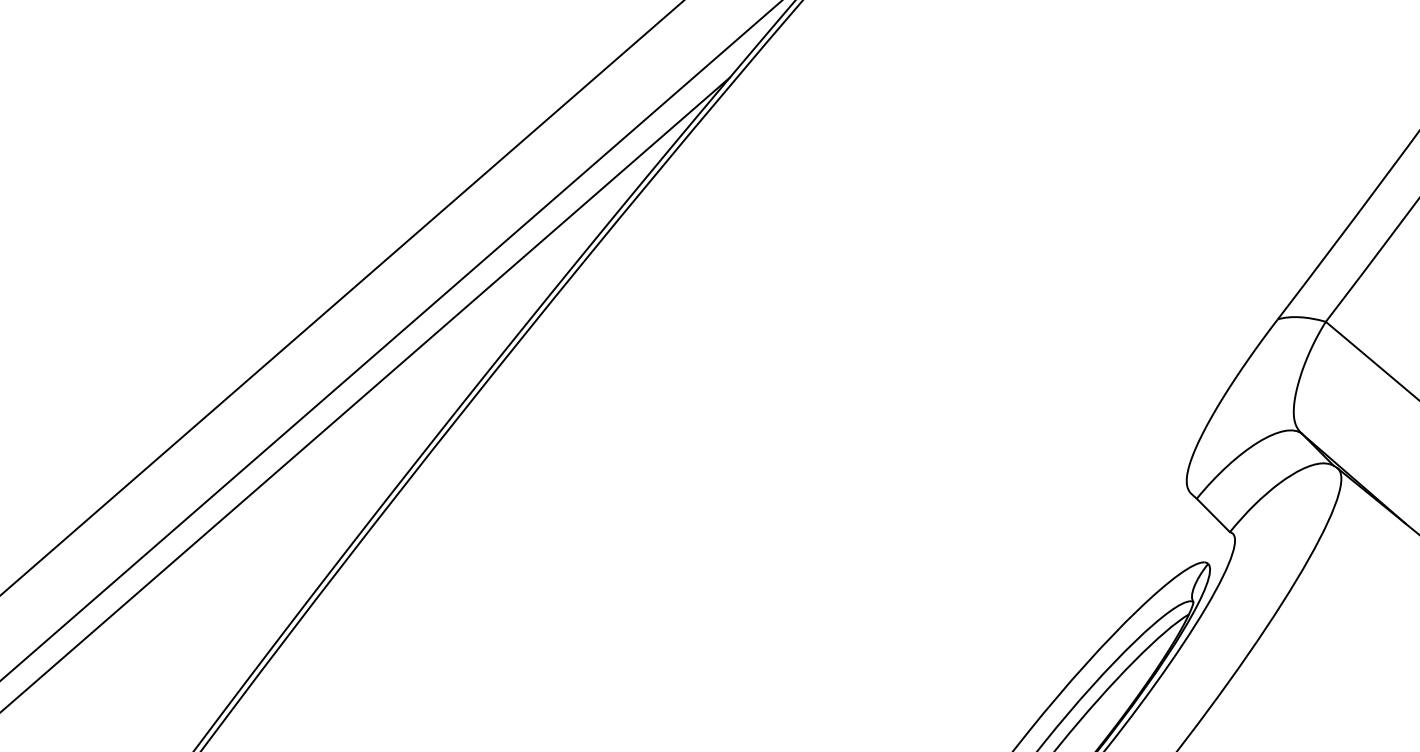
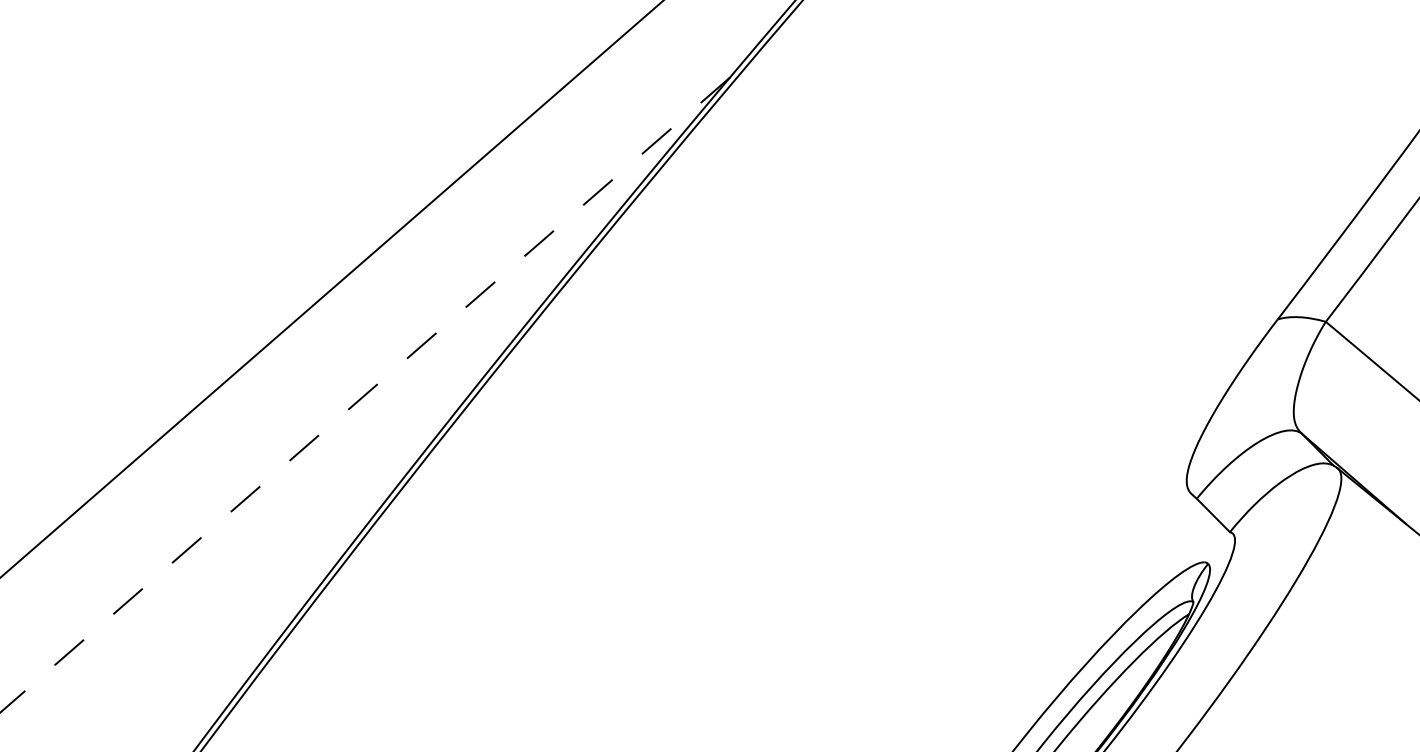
line at (342, 297) position: (342, 297) -> (331, 288)
line at (390, 340): present -> none
line at (365, 395): solid -> dashed
